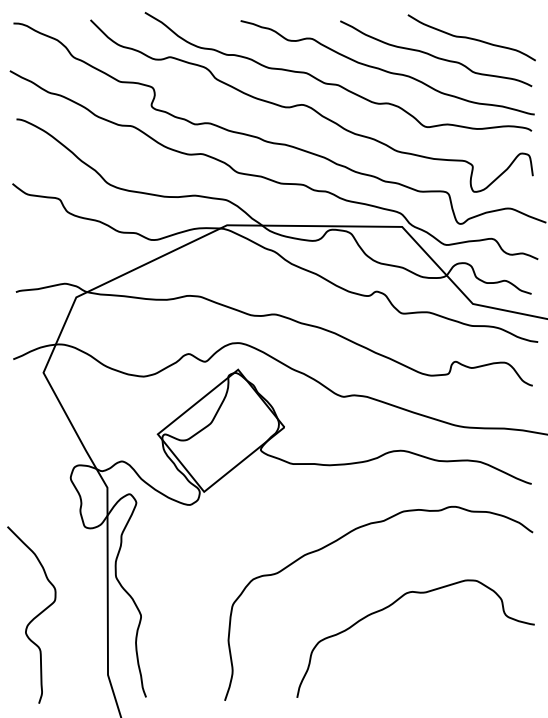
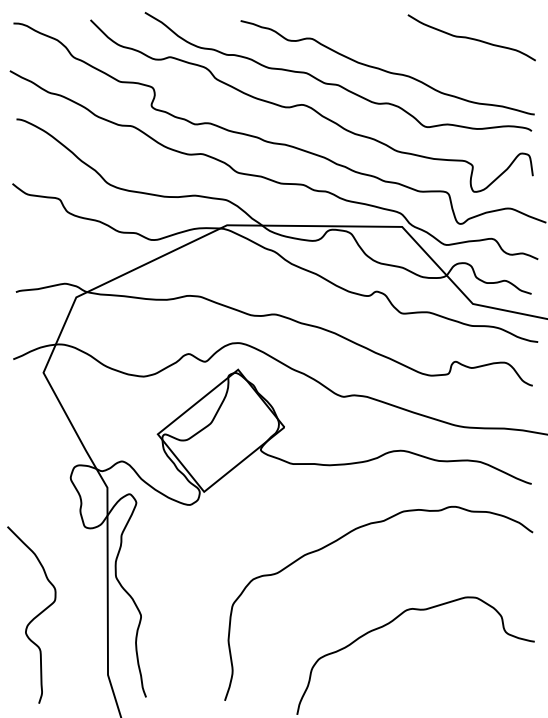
curve at (434, 55): present -> none
curve at (393, 604) position: (393, 604) -> (393, 621)
